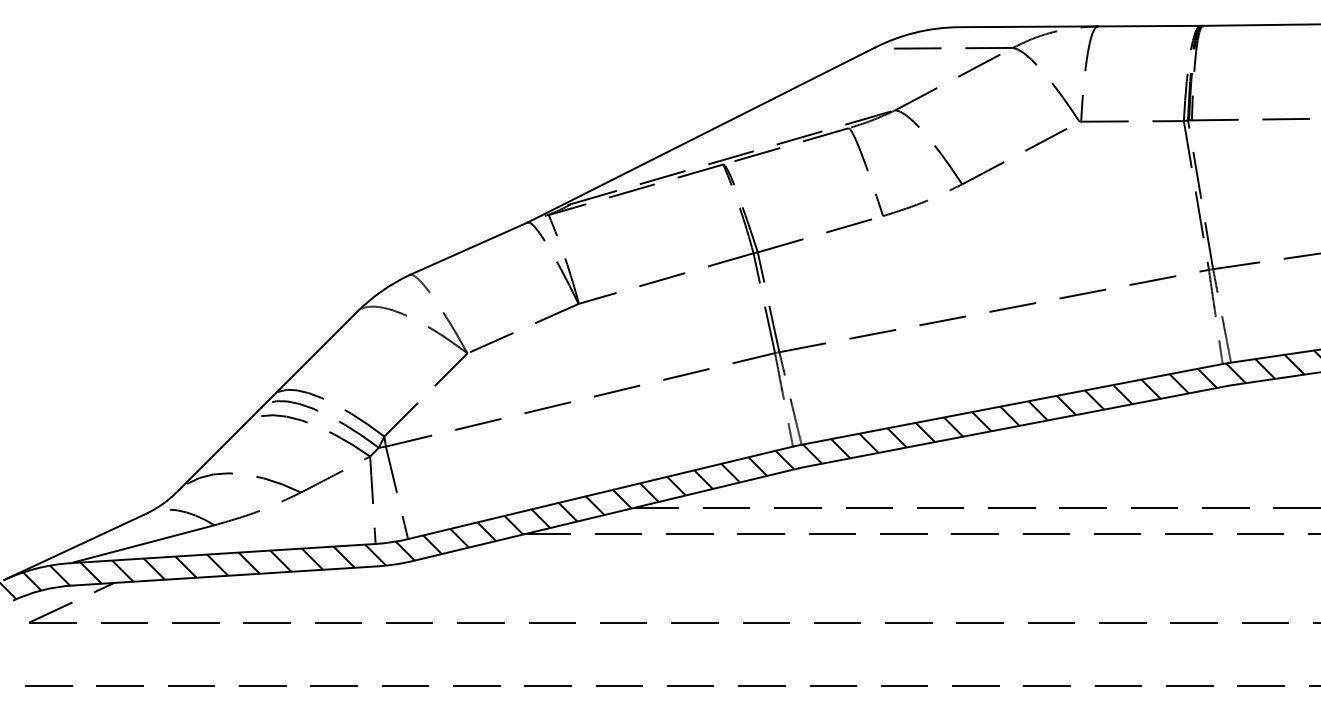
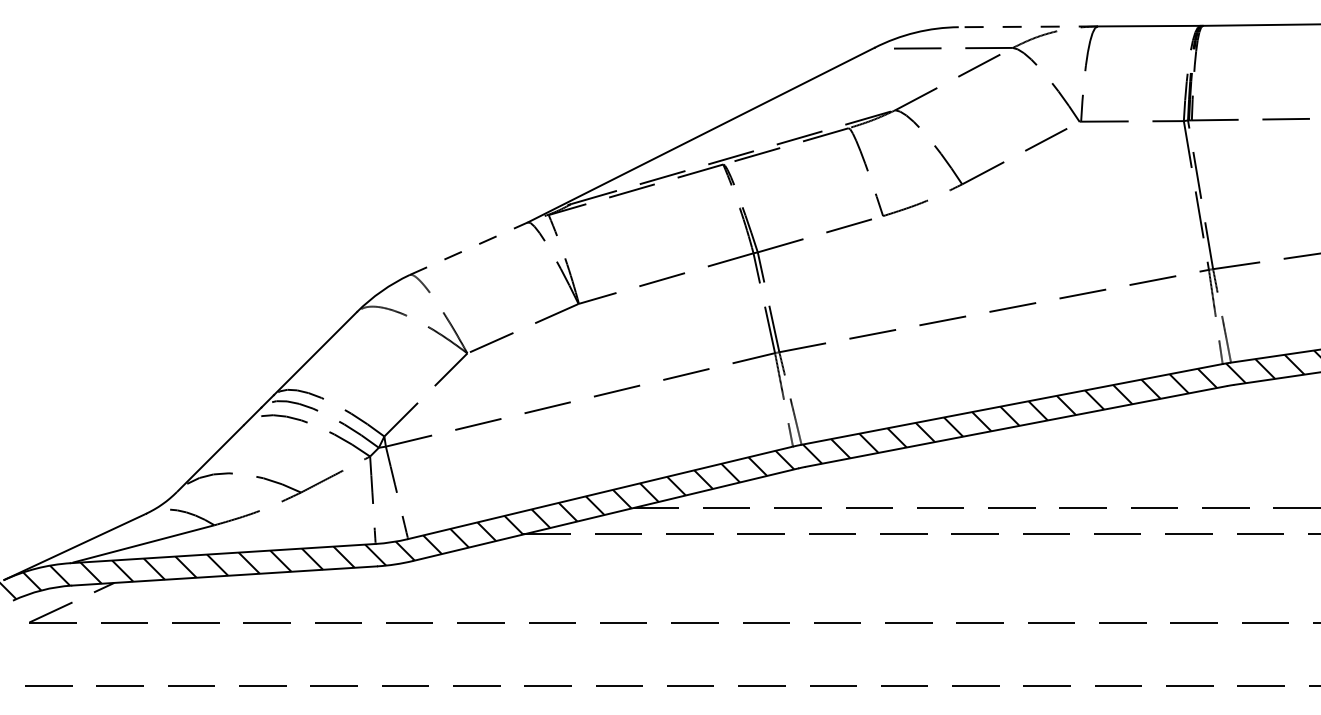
line at (1028, 26): solid -> dashed
line at (468, 248): solid -> dashed
